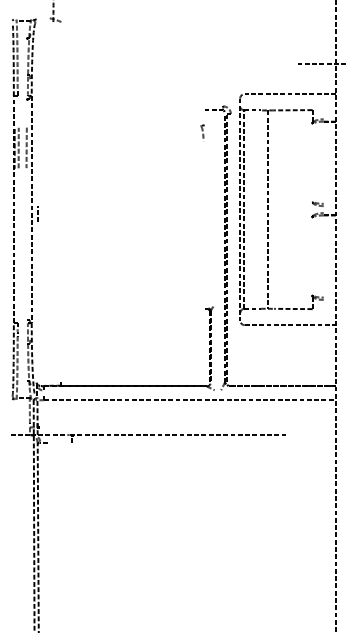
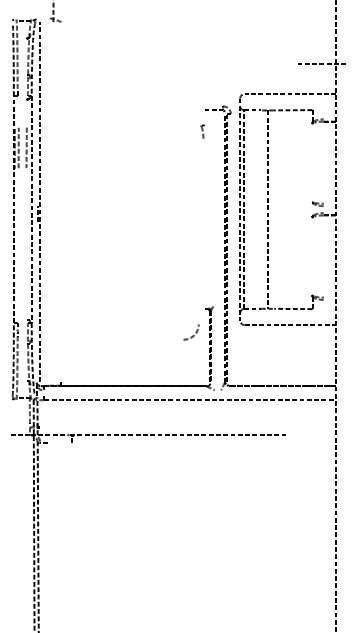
line at (39, 202): none -> present
curve at (193, 334): none -> present
